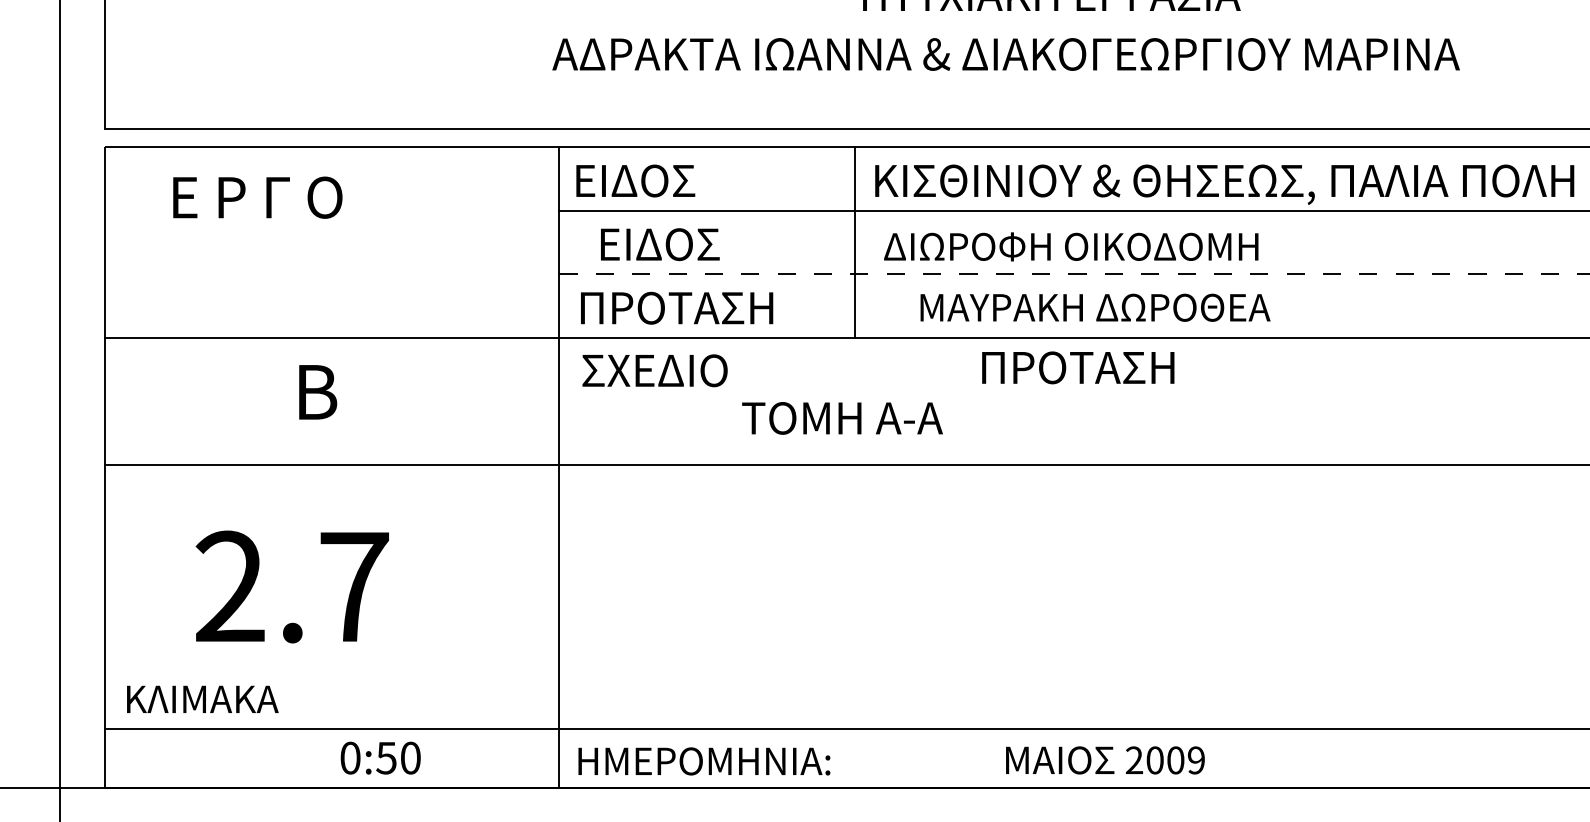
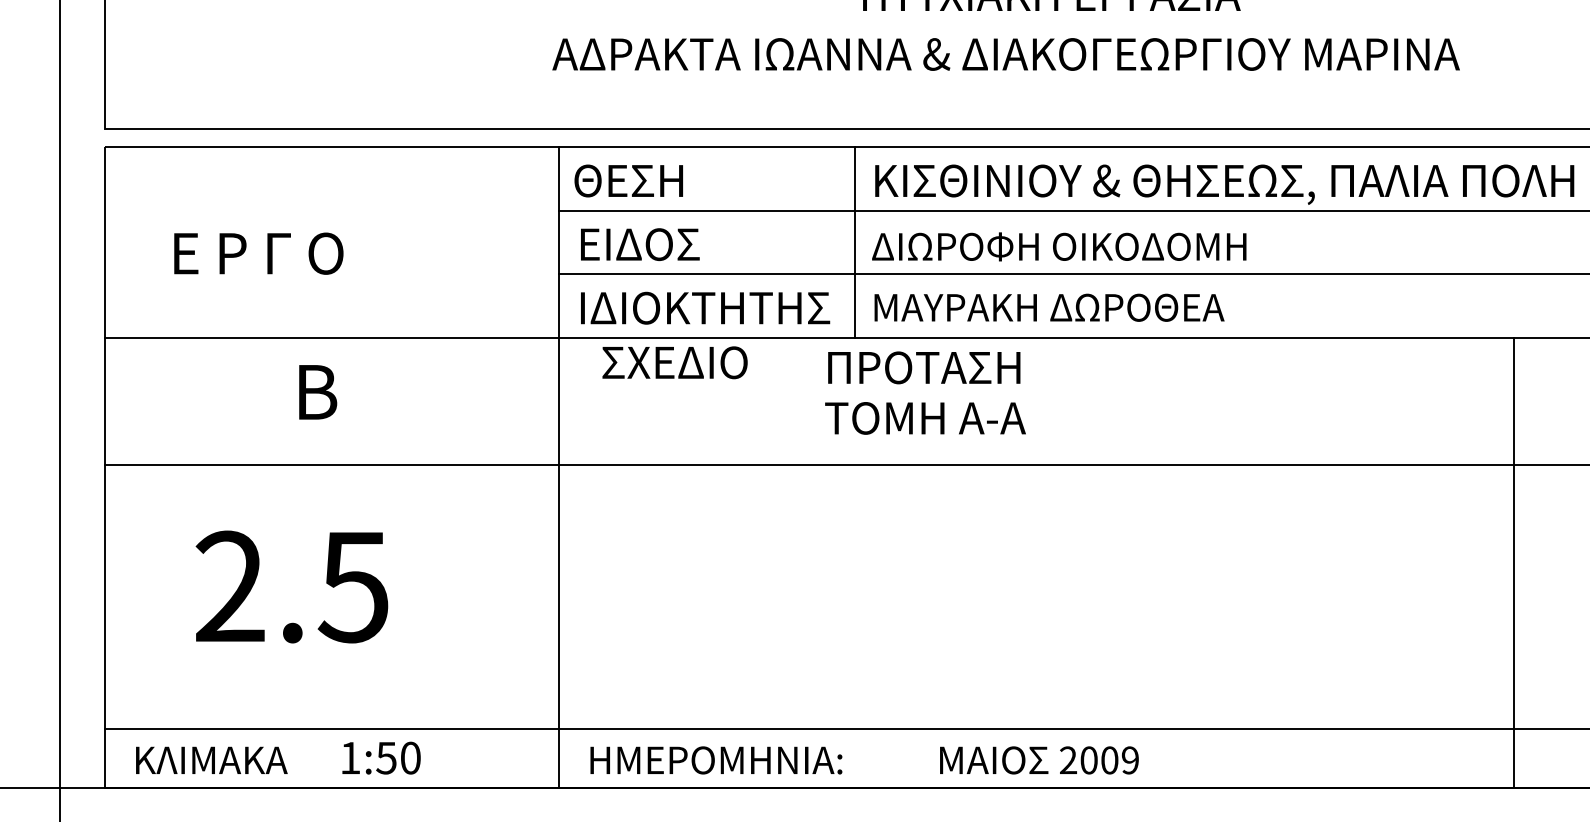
text at (634, 180): ΕΙΔΟΣ -> ΘΕΣΗ
text at (257, 197) position: (257, 197) -> (258, 253)
text at (660, 244) position: (660, 244) -> (640, 244)
text at (1071, 246) position: (1071, 246) -> (1059, 246)
line at (1075, 274): dashed -> solid
text at (707, 307): ΠΡΟΤΑΣΗ -> ΙΔΙΟΚΤΗΤΗΣ
text at (1095, 307) position: (1095, 307) -> (1049, 307)
text at (1078, 367) position: (1078, 367) -> (924, 367)
text at (654, 370) position: (654, 370) -> (674, 362)
text at (842, 418) position: (842, 418) -> (925, 418)
line at (1513, 562): none -> present
text at (352, 587): 2.7 -> 2.5
text at (202, 698) position: (202, 698) -> (211, 759)
text at (350, 757): 0:50 -> 1:50
text at (1105, 760) position: (1105, 760) -> (1039, 760)
text at (704, 761) position: (704, 761) -> (716, 760)
